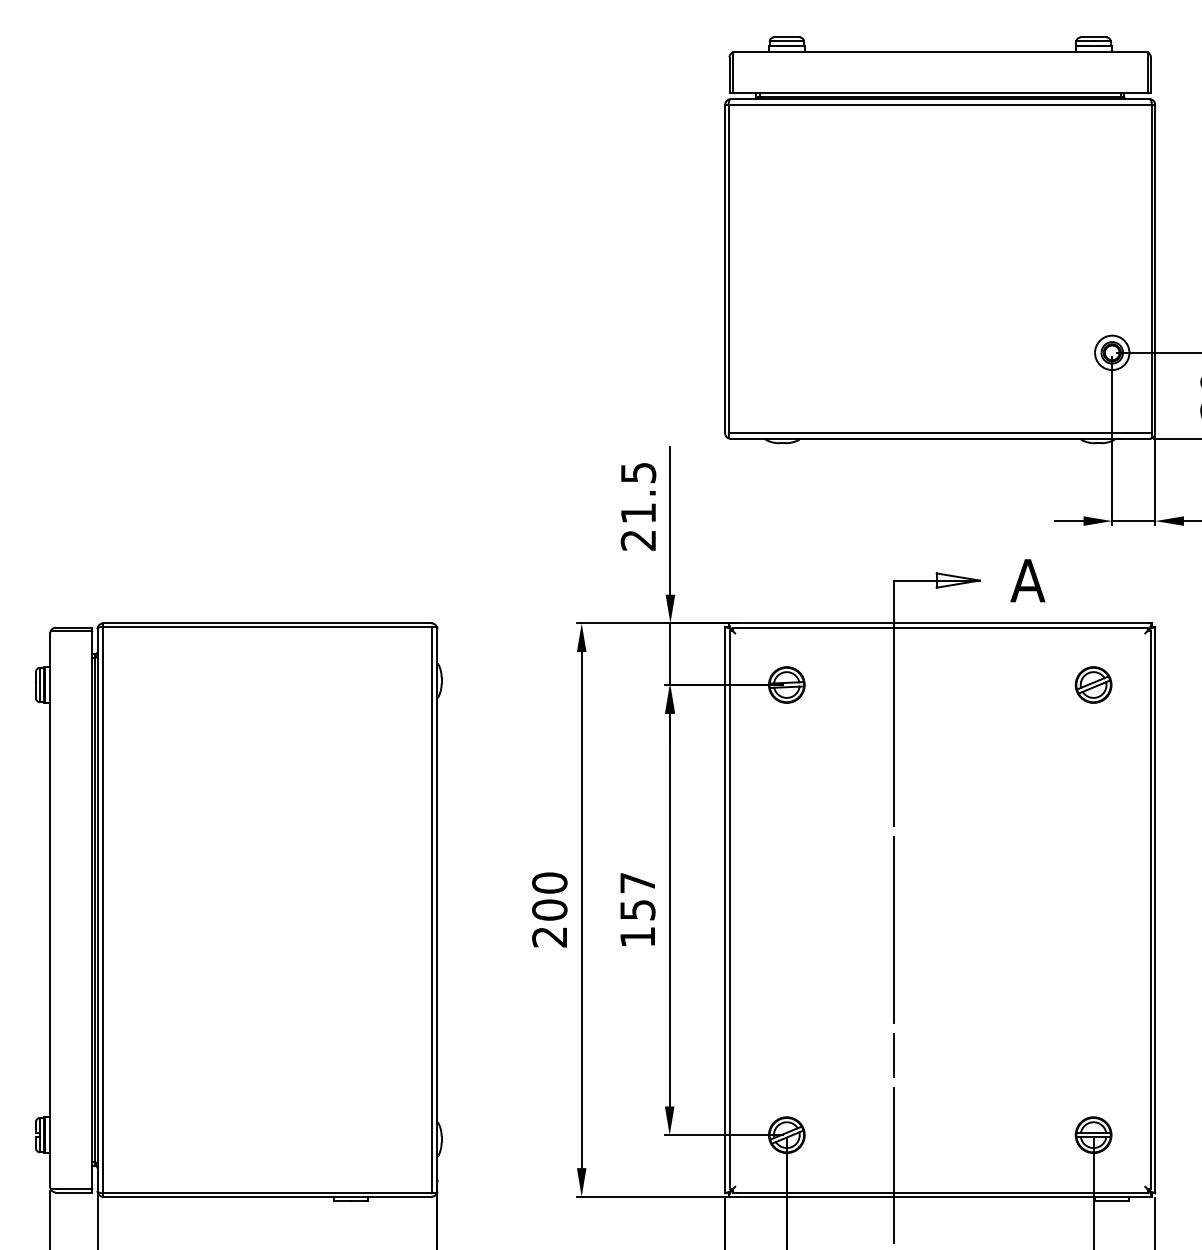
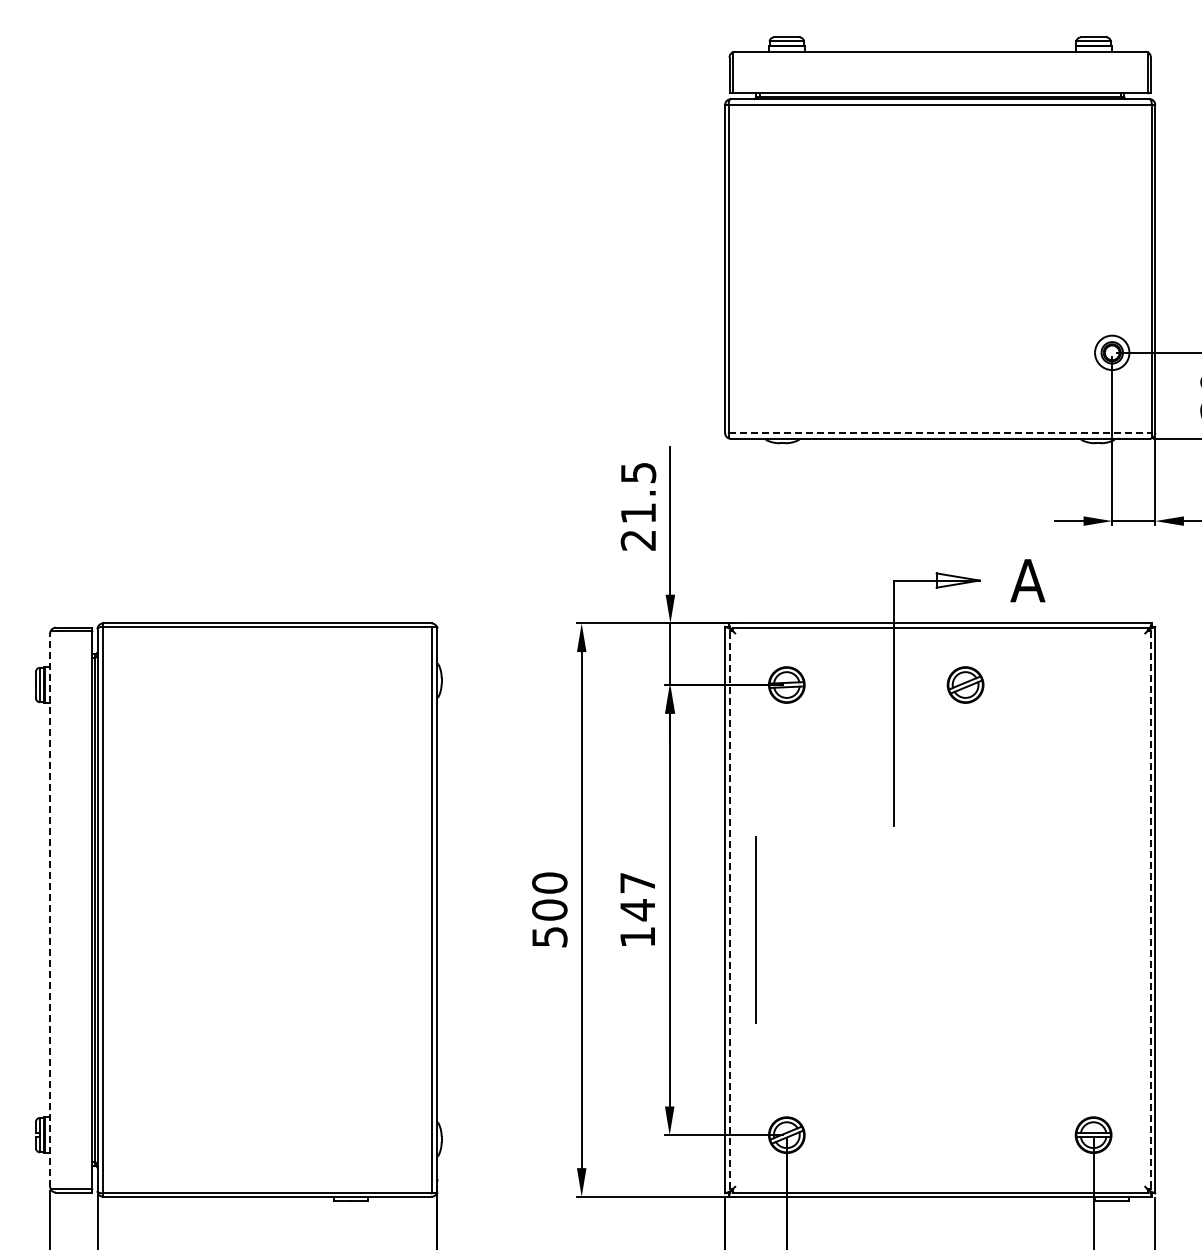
line at (940, 433): solid -> dashed
part at (1093, 684) position: (1093, 684) -> (965, 684)
line at (50, 910): solid -> dashed
text at (637, 910): 157 -> 147
line at (729, 910): solid -> dashed
line at (1150, 910): solid -> dashed
line at (893, 929) position: (893, 929) -> (755, 929)
text at (549, 937): 200 -> 500
line at (893, 1054): present -> none
line at (893, 1164): present -> none
